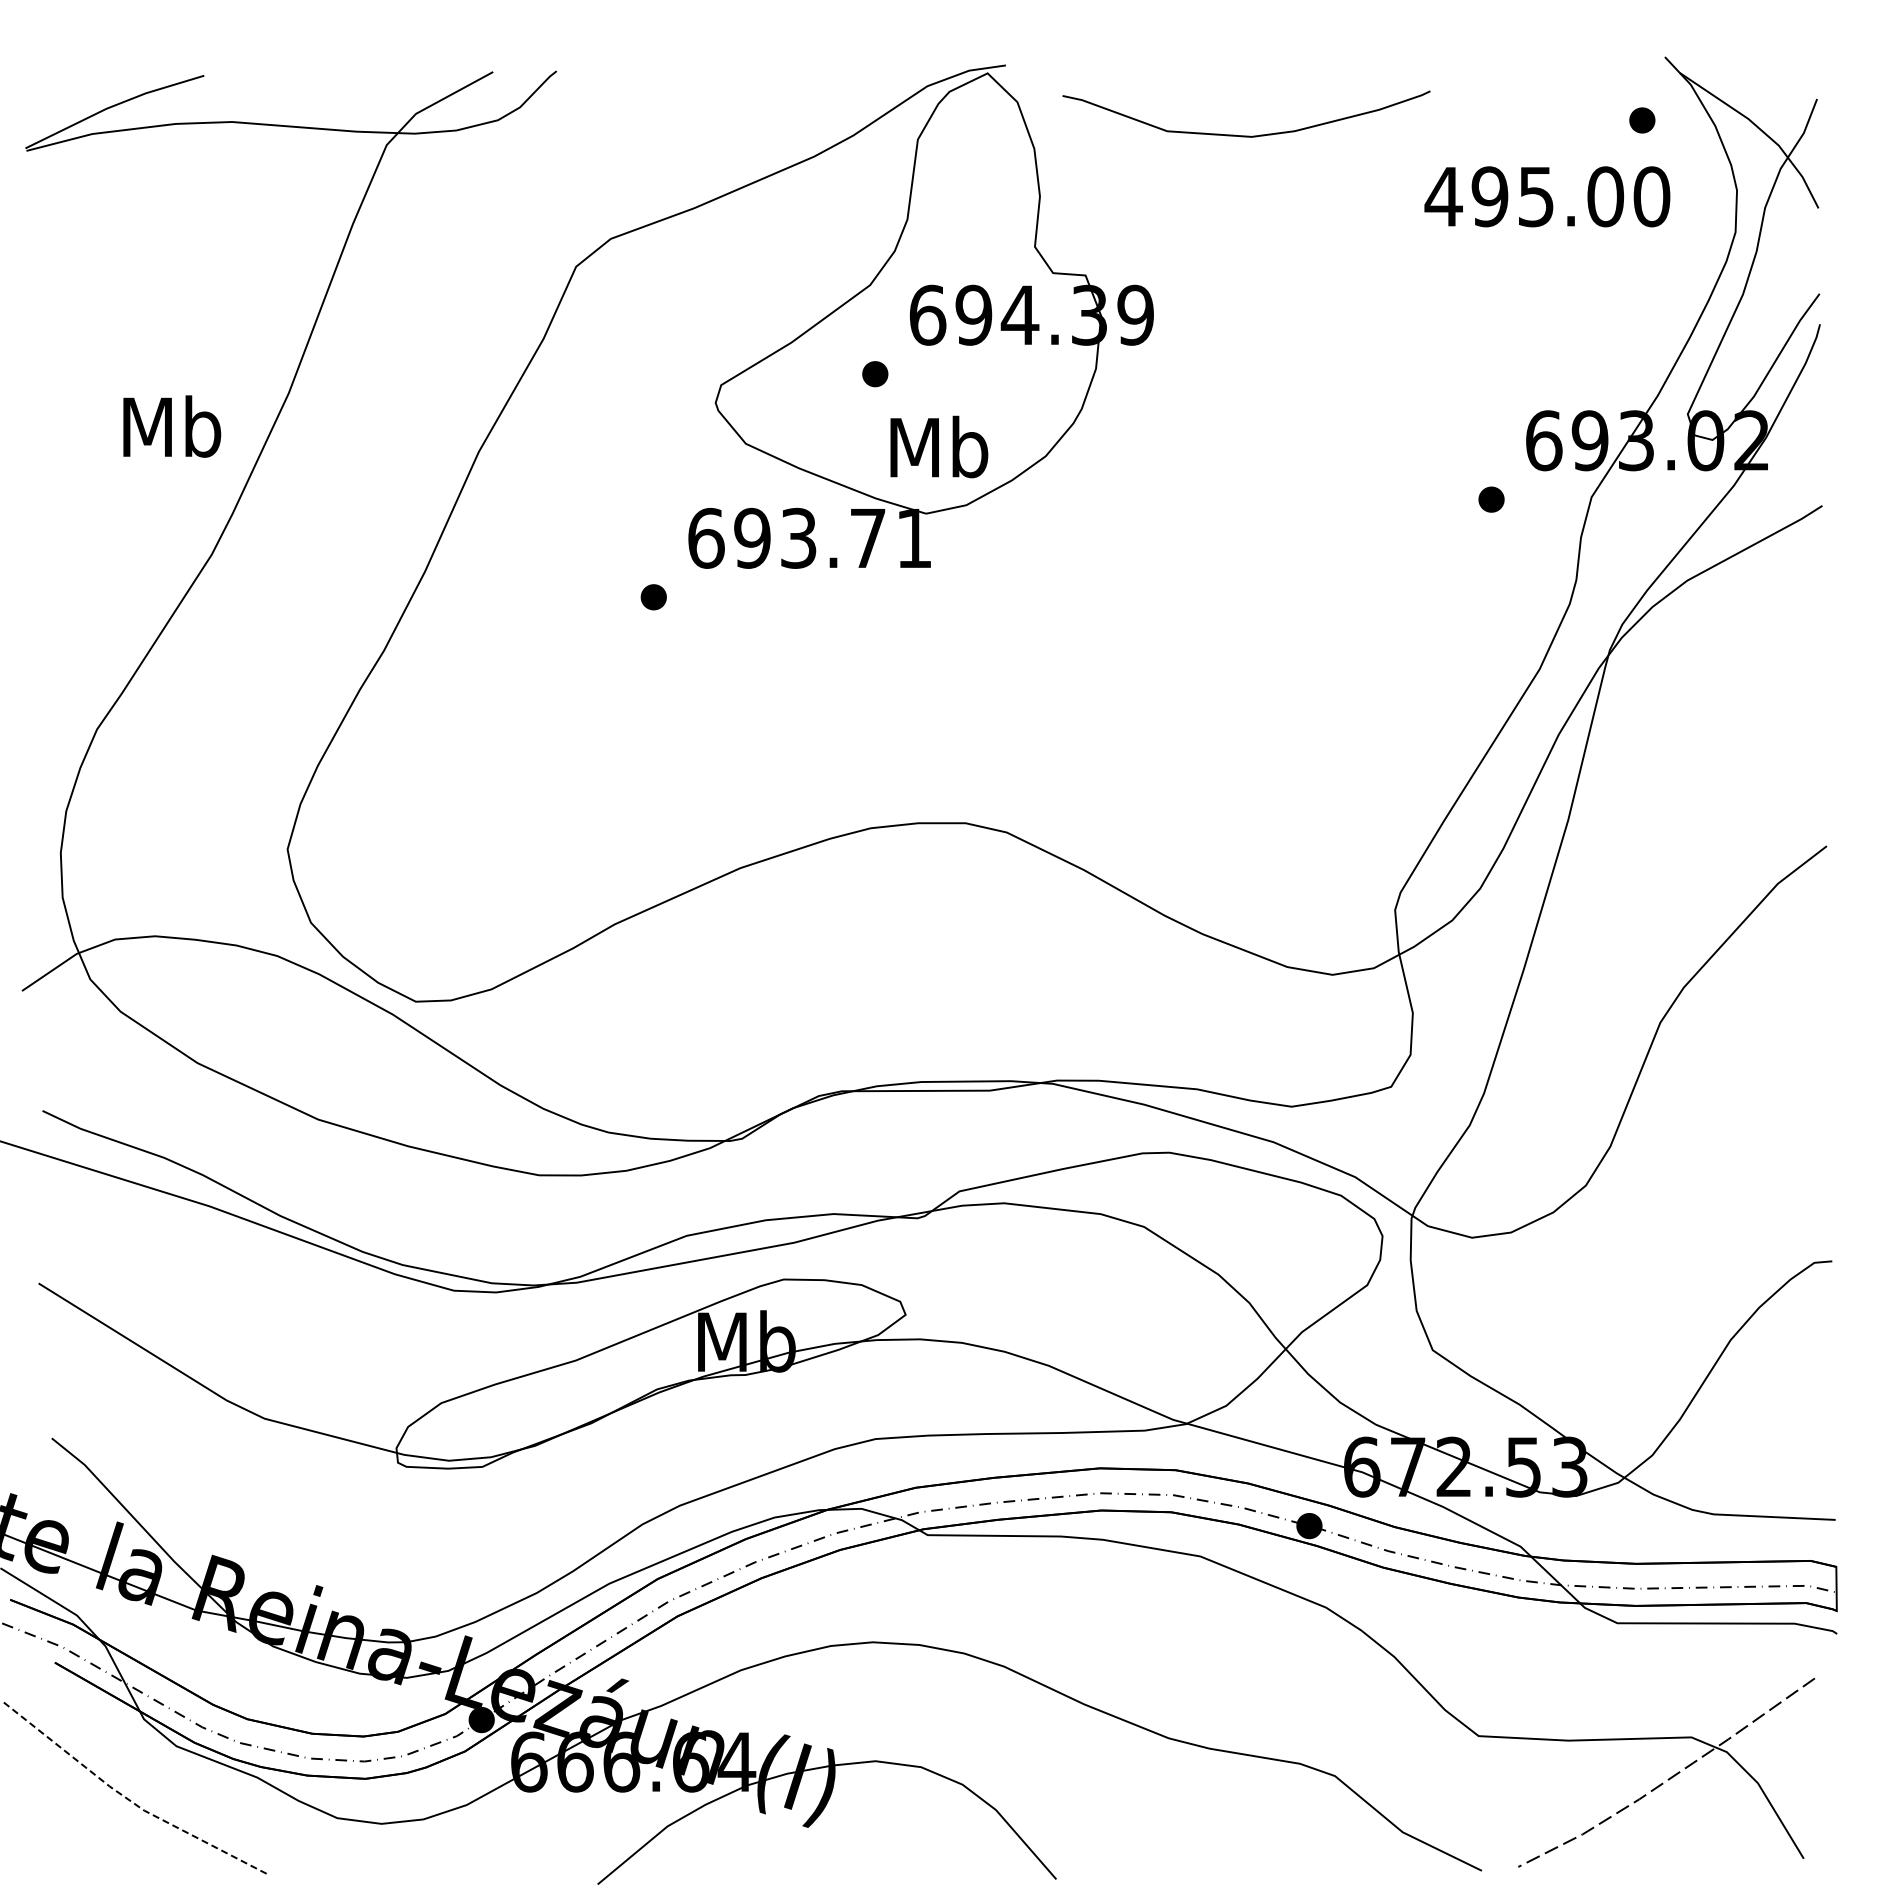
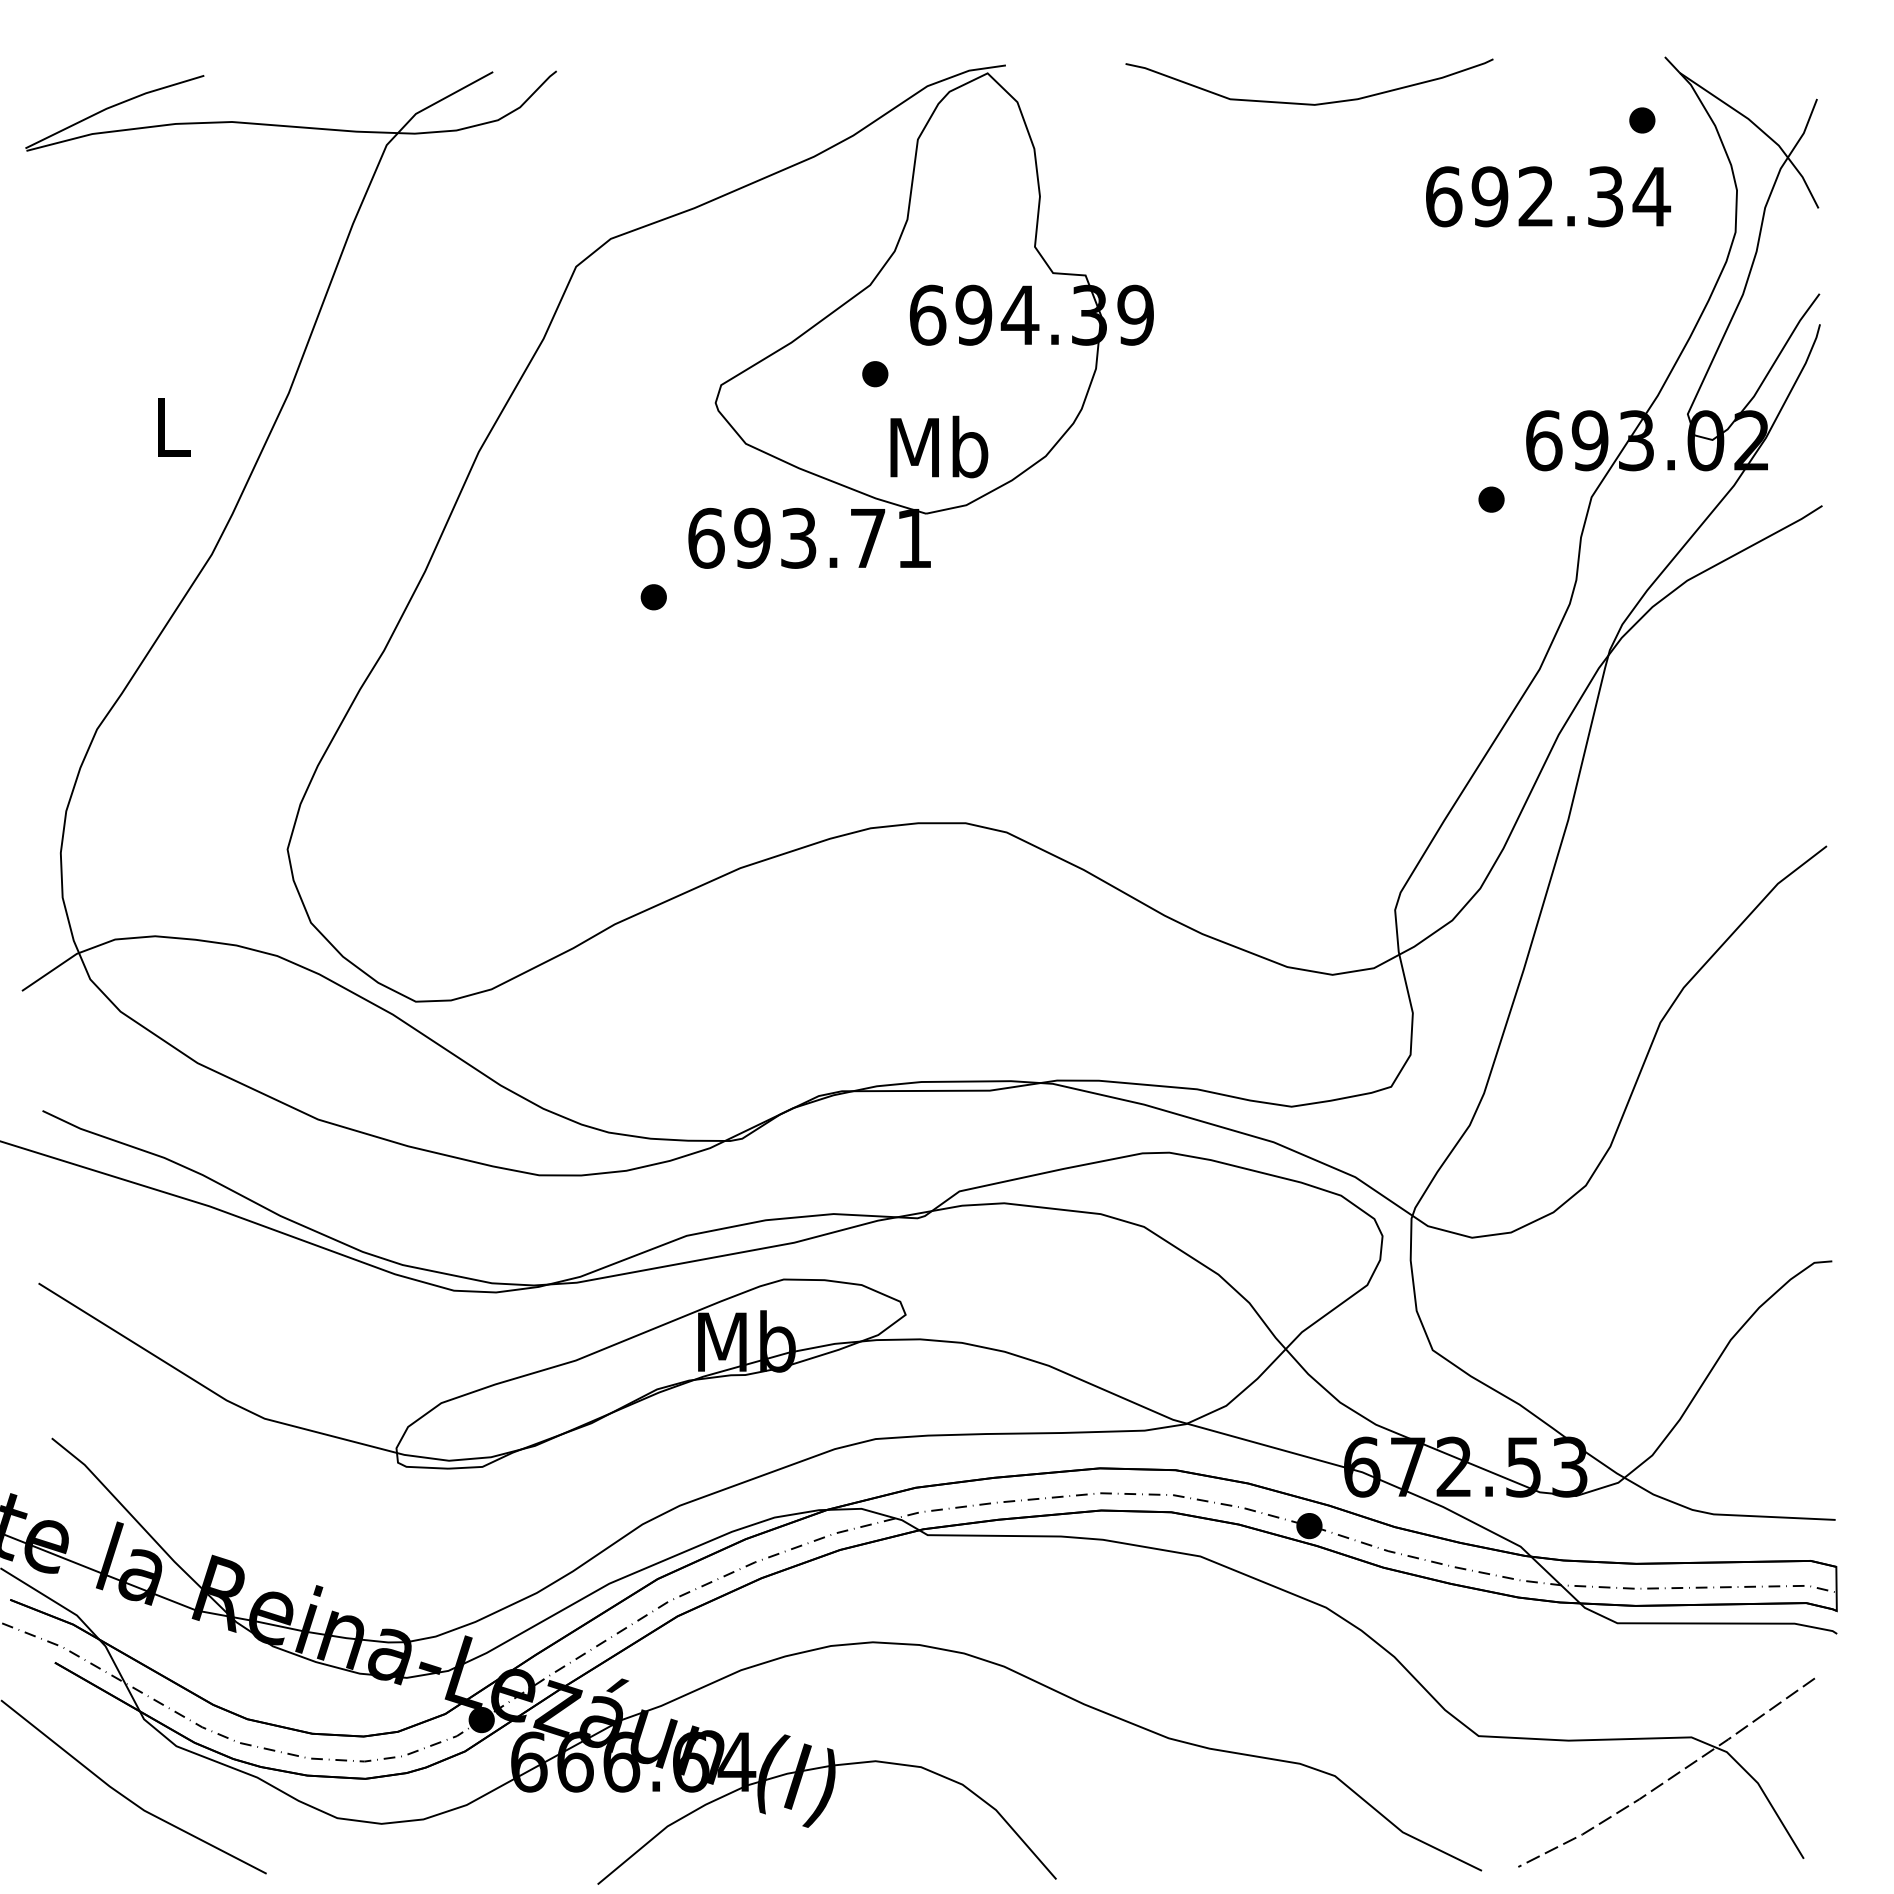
curve at (1246, 135) position: (1246, 135) -> (1309, 103)
text at (1547, 196): 495.00 -> 692.34
text at (172, 426): Mb -> L
line at (126, 1798): dashed -> solid
